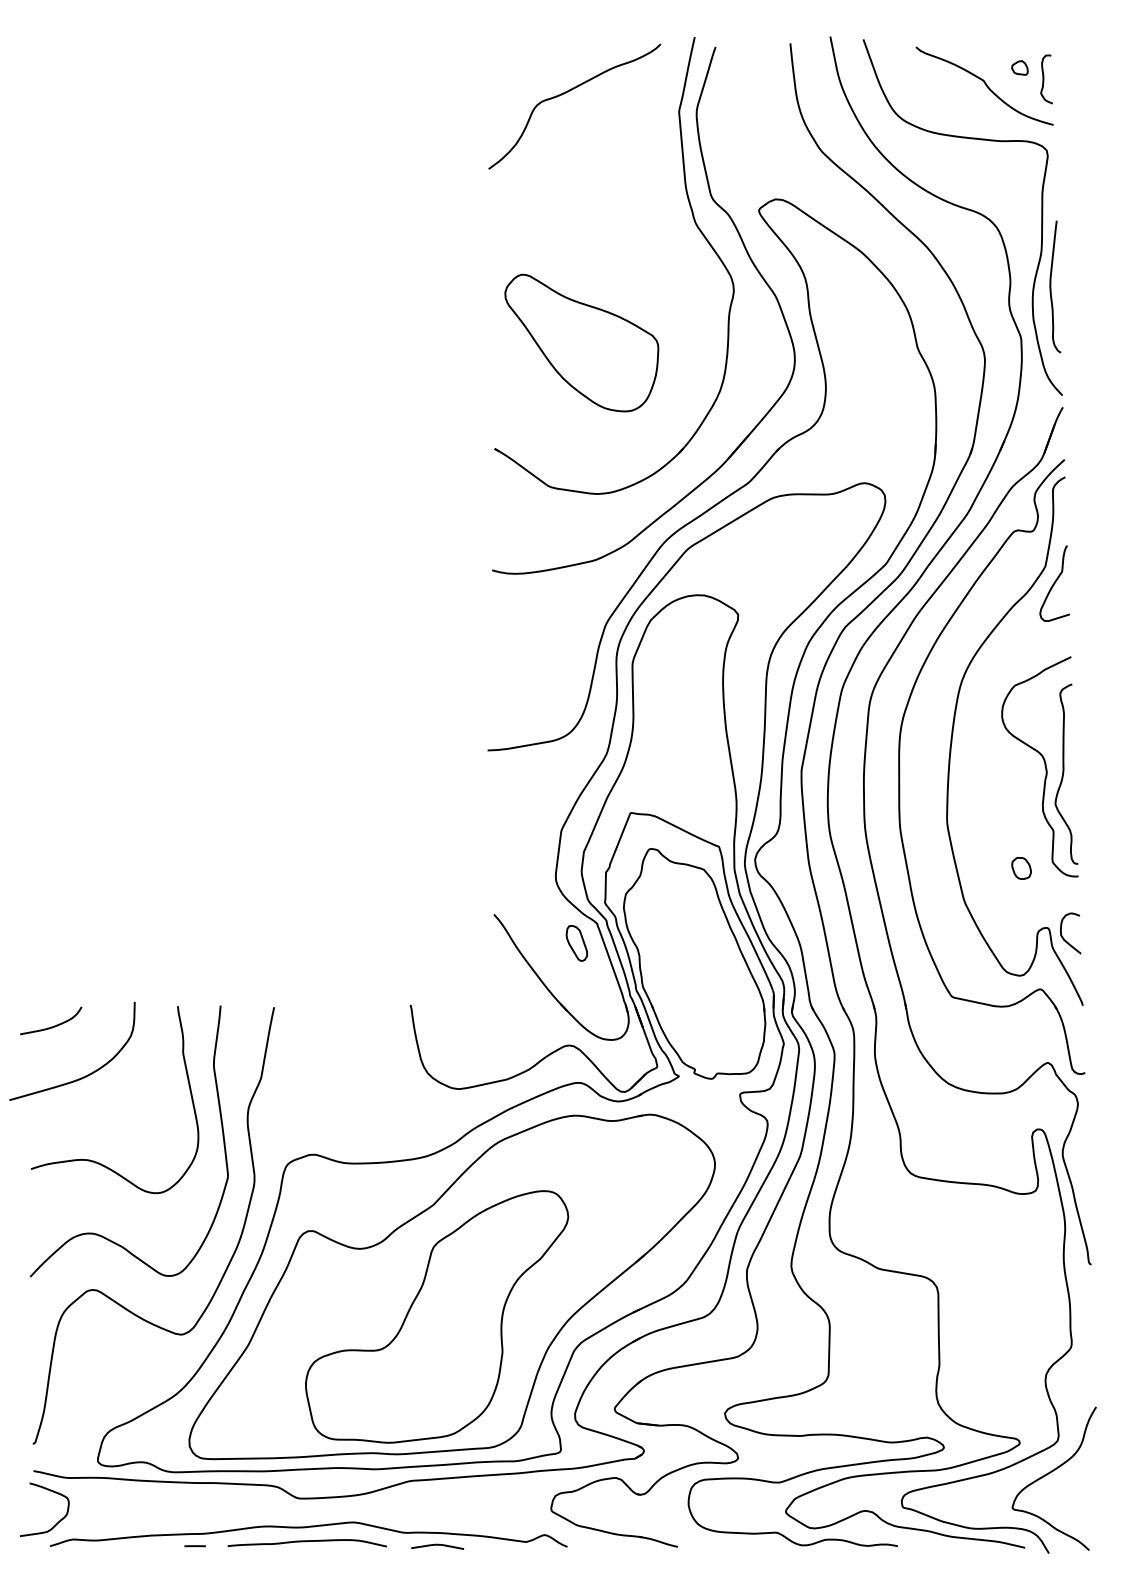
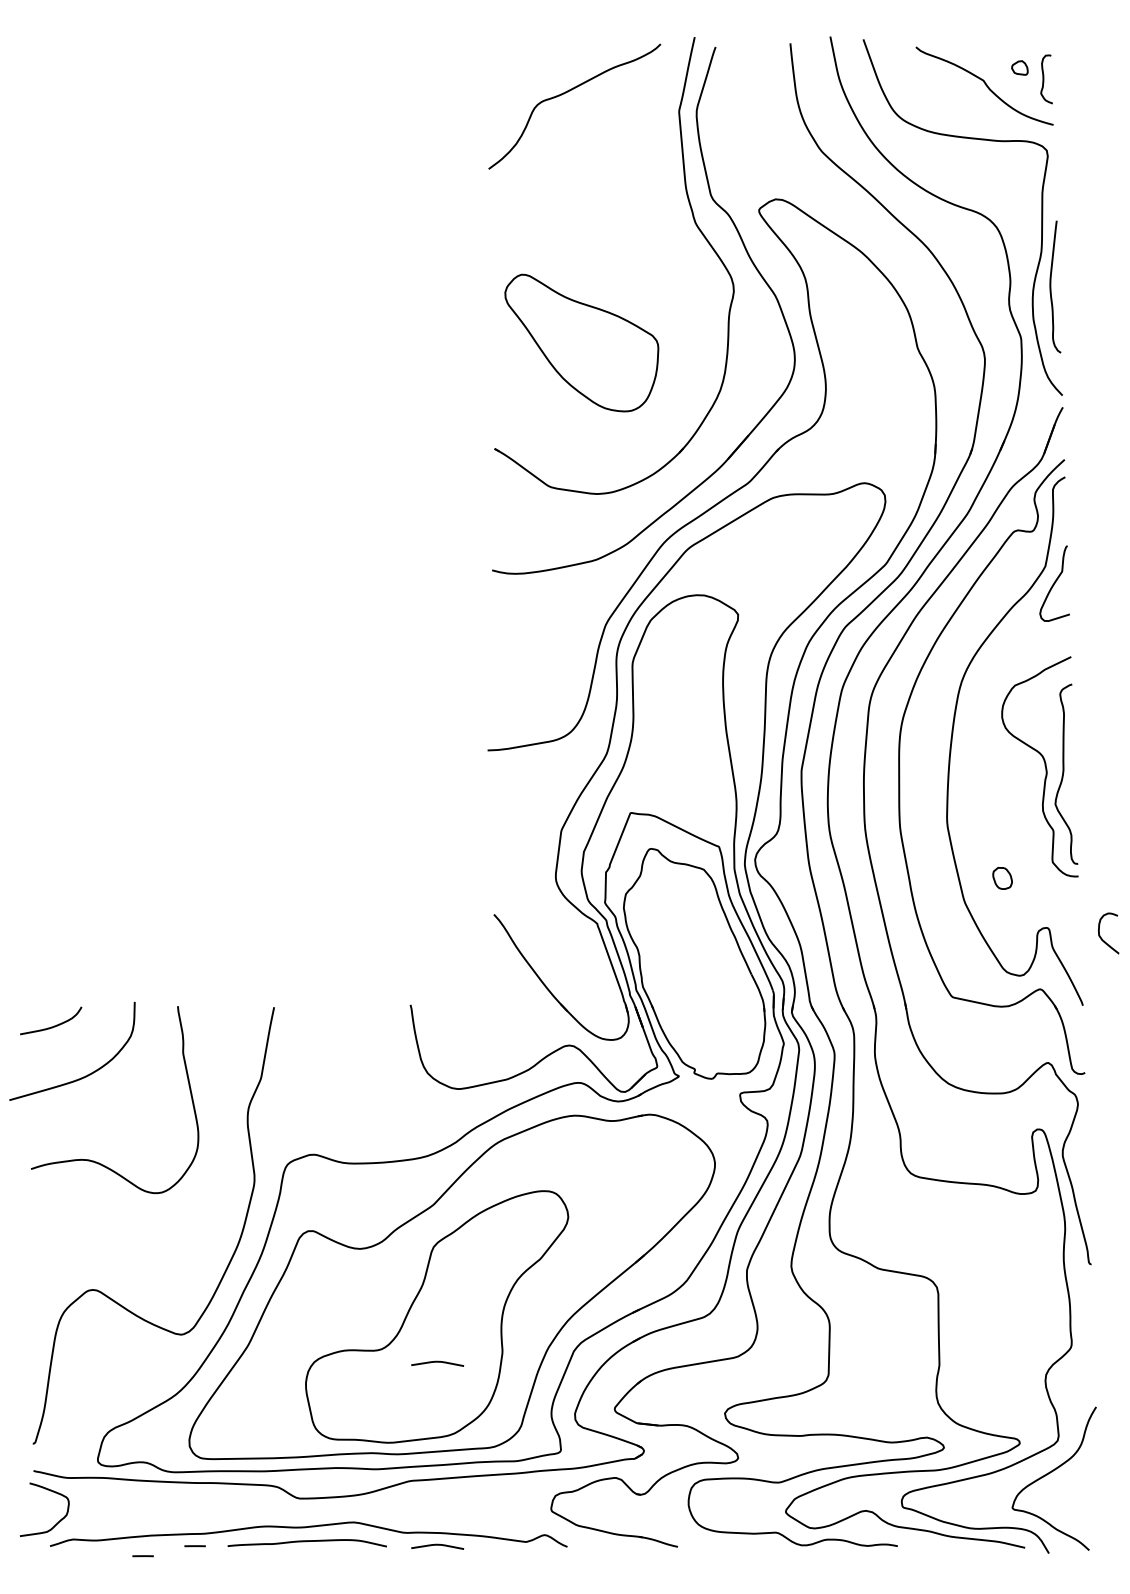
part at (1021, 868) position: (1021, 868) -> (1002, 878)
curve at (1064, 938) position: (1064, 938) -> (1102, 938)
part at (576, 943): present -> none
curve at (221, 1129): present -> none
curve at (437, 1362): none -> present
line at (142, 1556): none -> present
